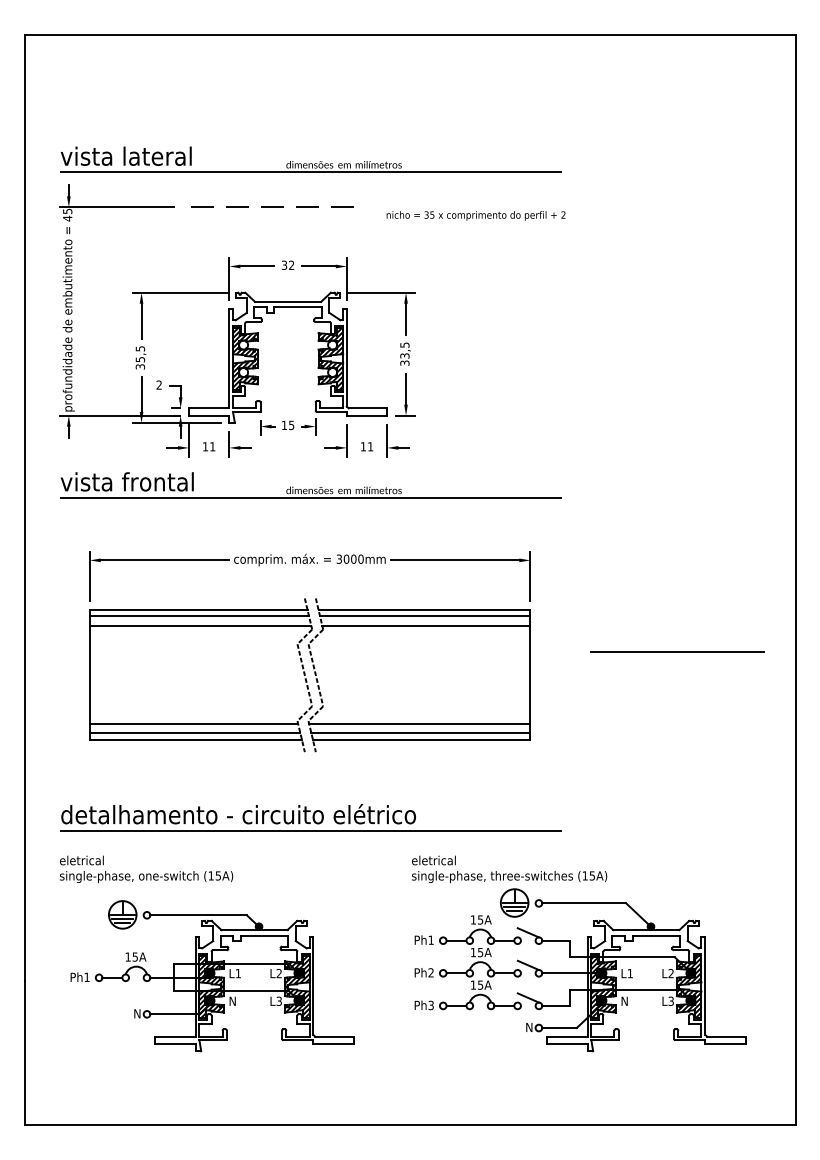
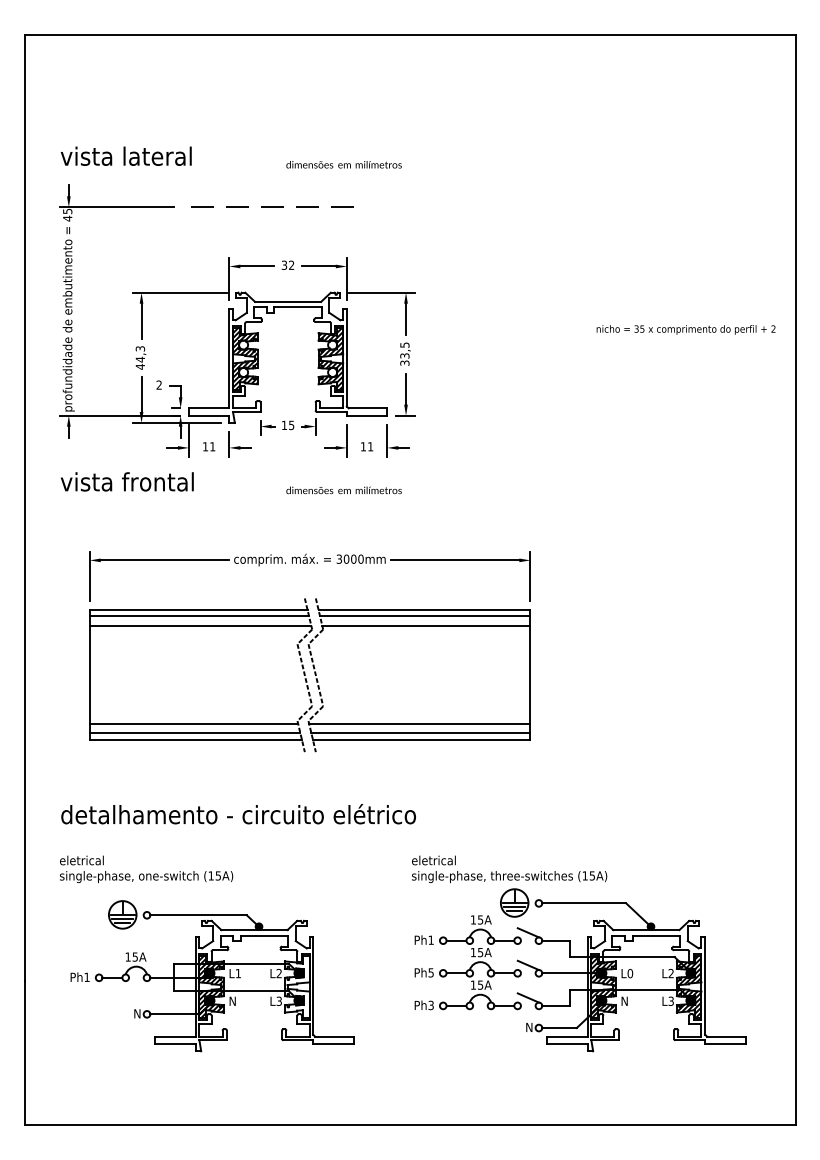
line at (310, 172): present -> none
text at (475, 215) position: (475, 215) -> (685, 329)
text at (140, 357): 35,5 -> 44,3
line at (310, 498): present -> none
line at (677, 651): present -> none
line at (310, 830): present -> none
text at (430, 972): Ph2 -> Ph5
text at (630, 973): L1 -> L0
hatch at (296, 986): present -> none
